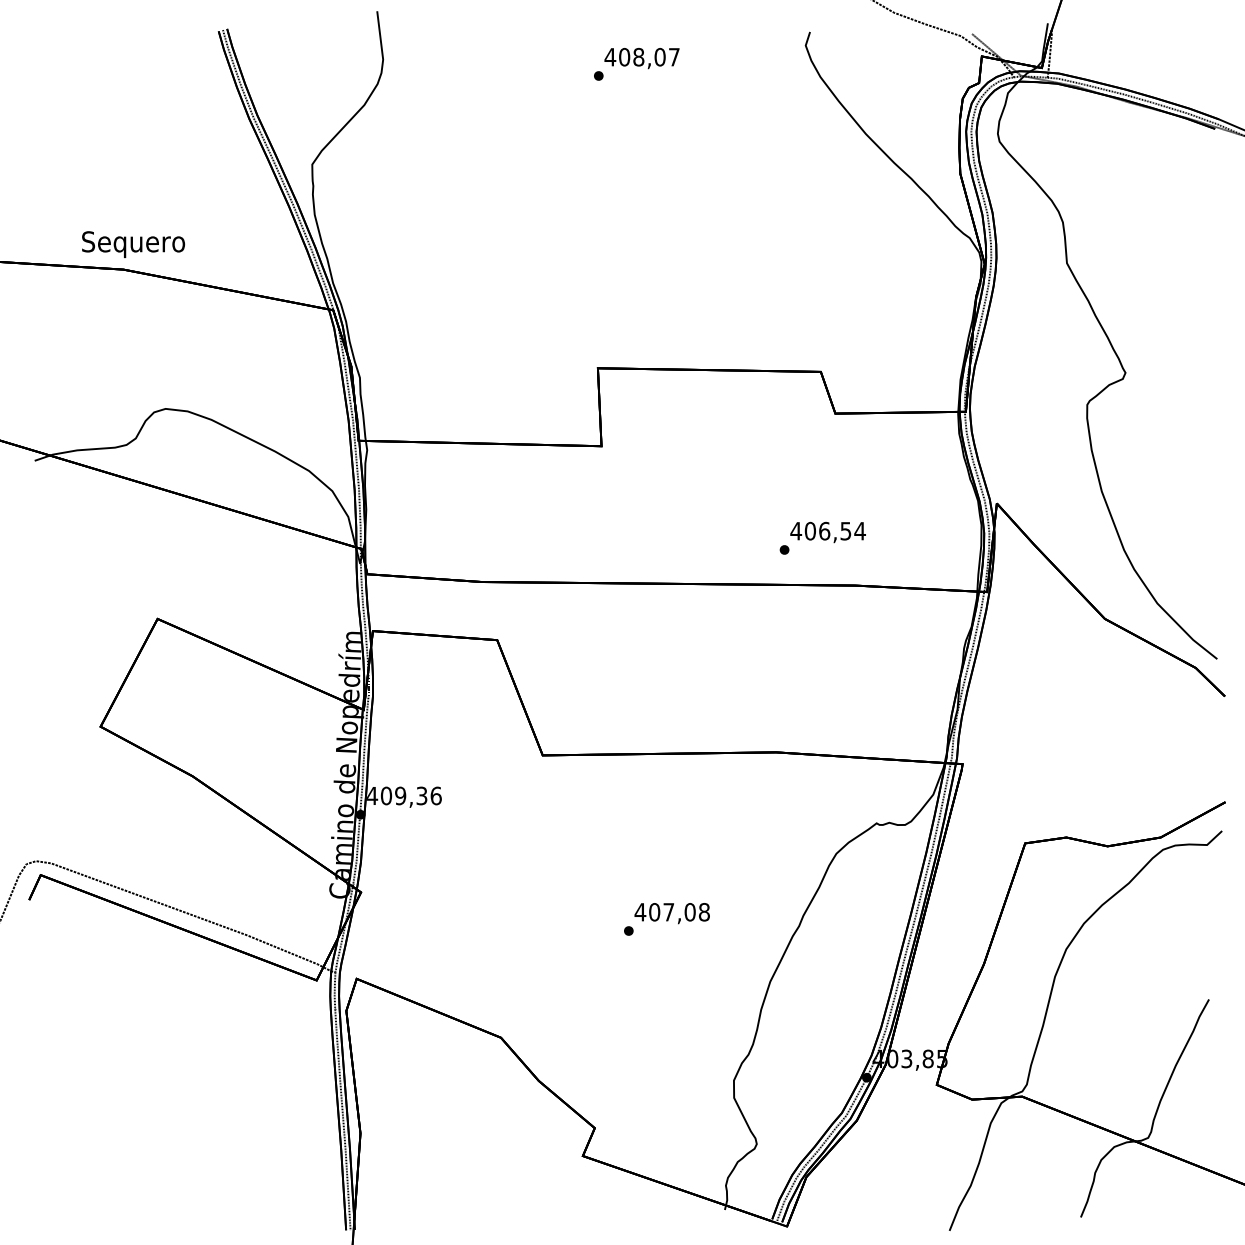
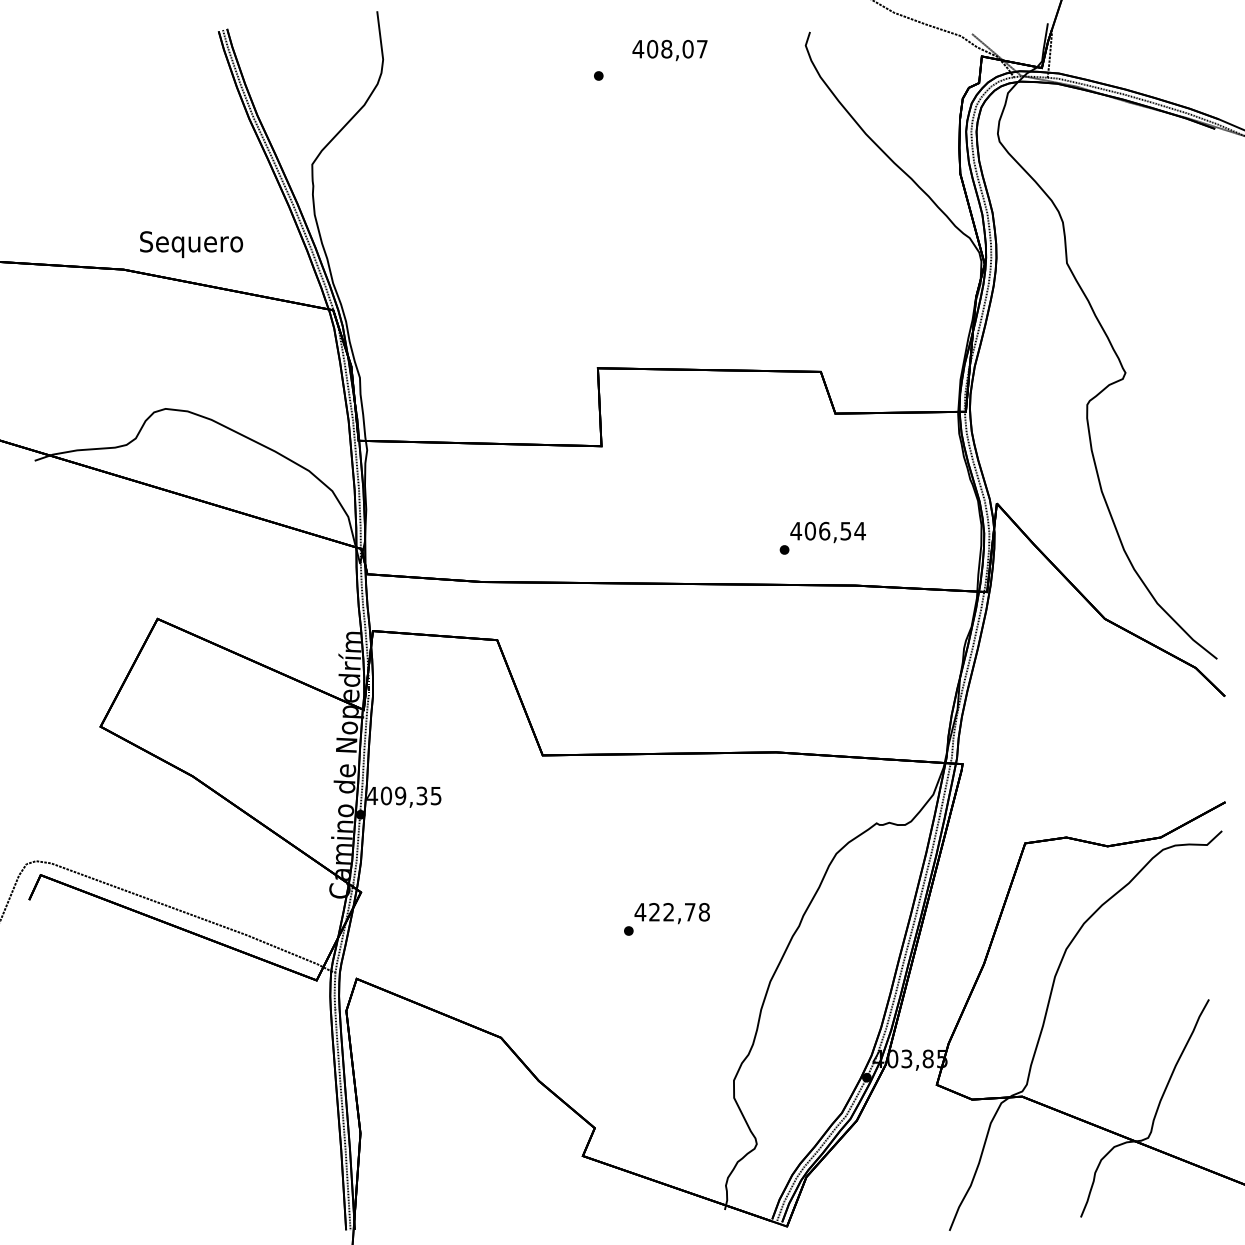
text at (641, 58) position: (641, 58) -> (669, 50)
text at (133, 244) position: (133, 244) -> (191, 244)
text at (435, 795): 409,36 -> 409,35
text at (672, 912): 407,08 -> 422,78
